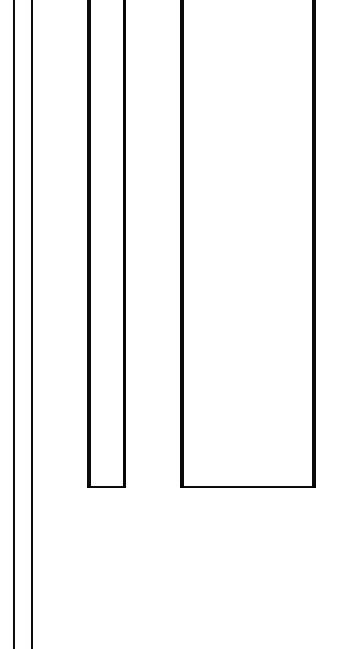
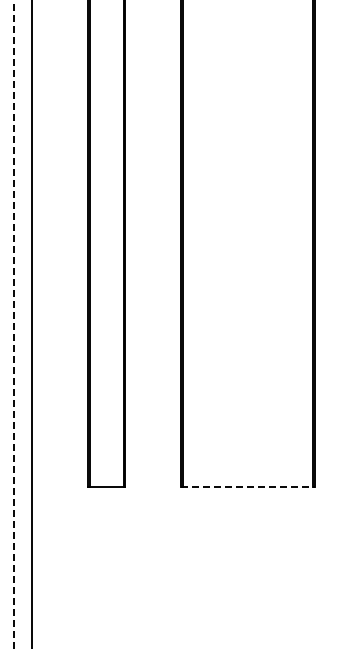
line at (13, 323): solid -> dashed
line at (248, 486): solid -> dashed
